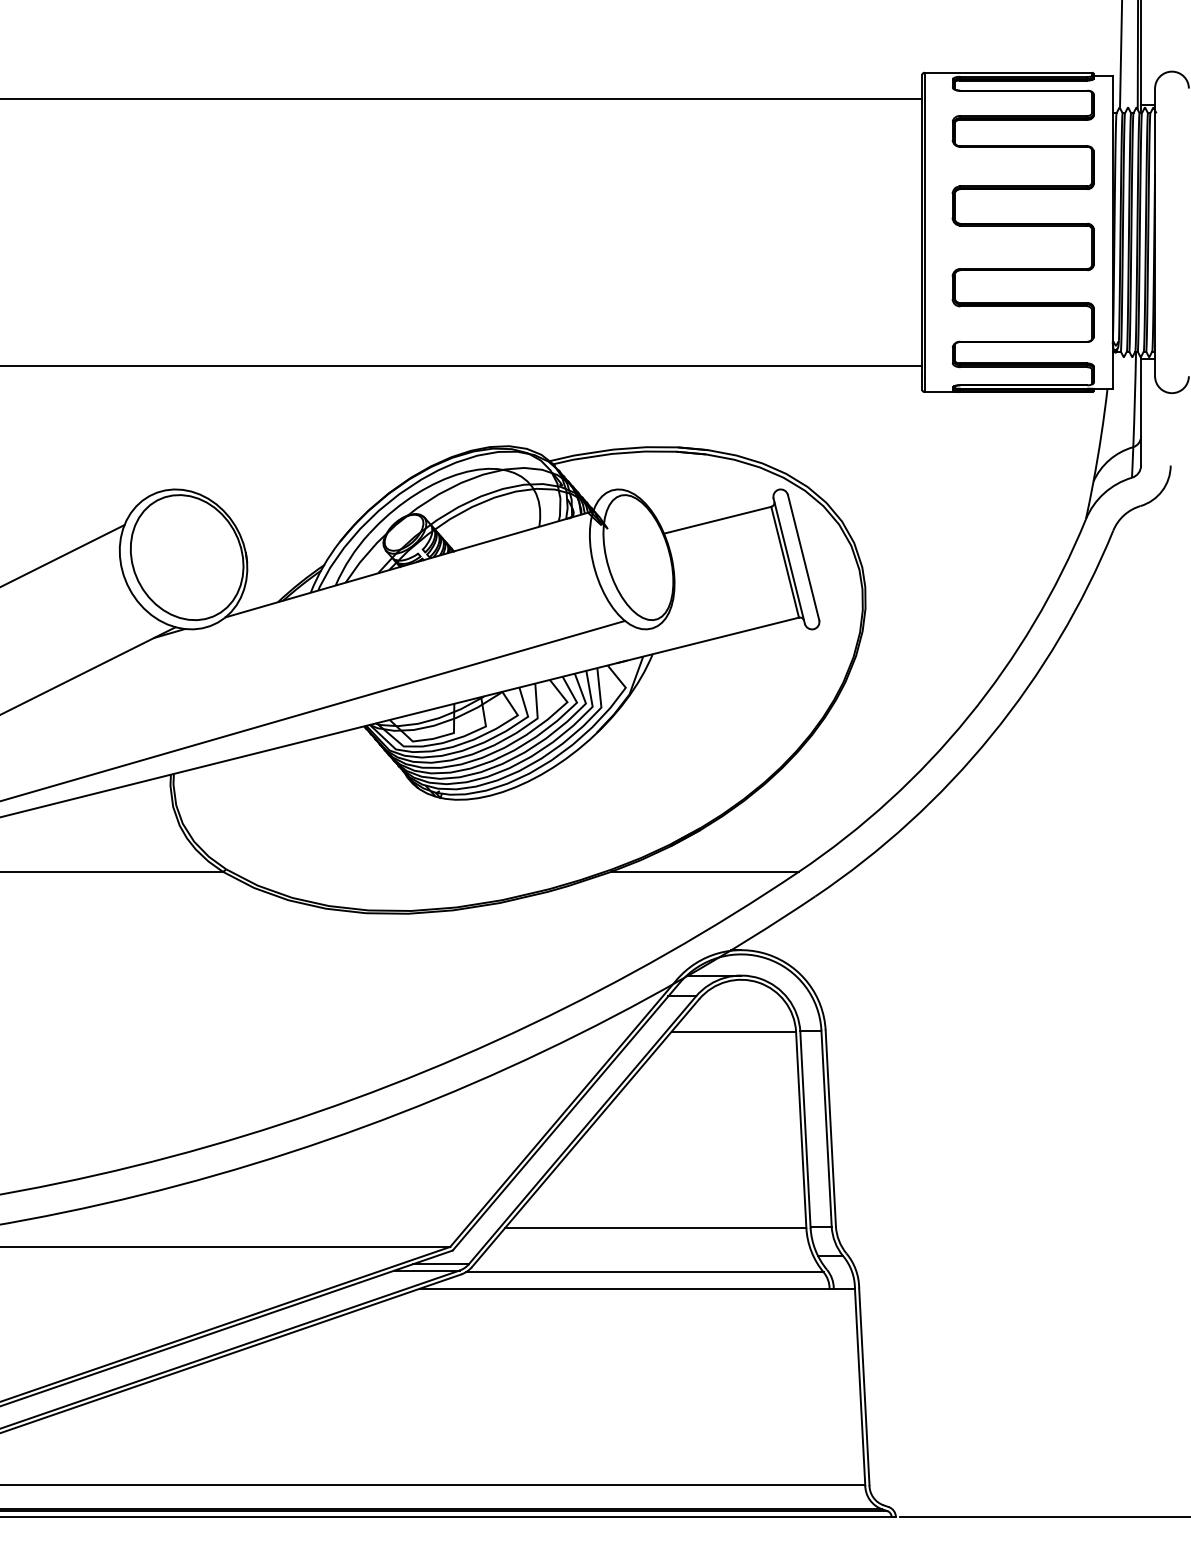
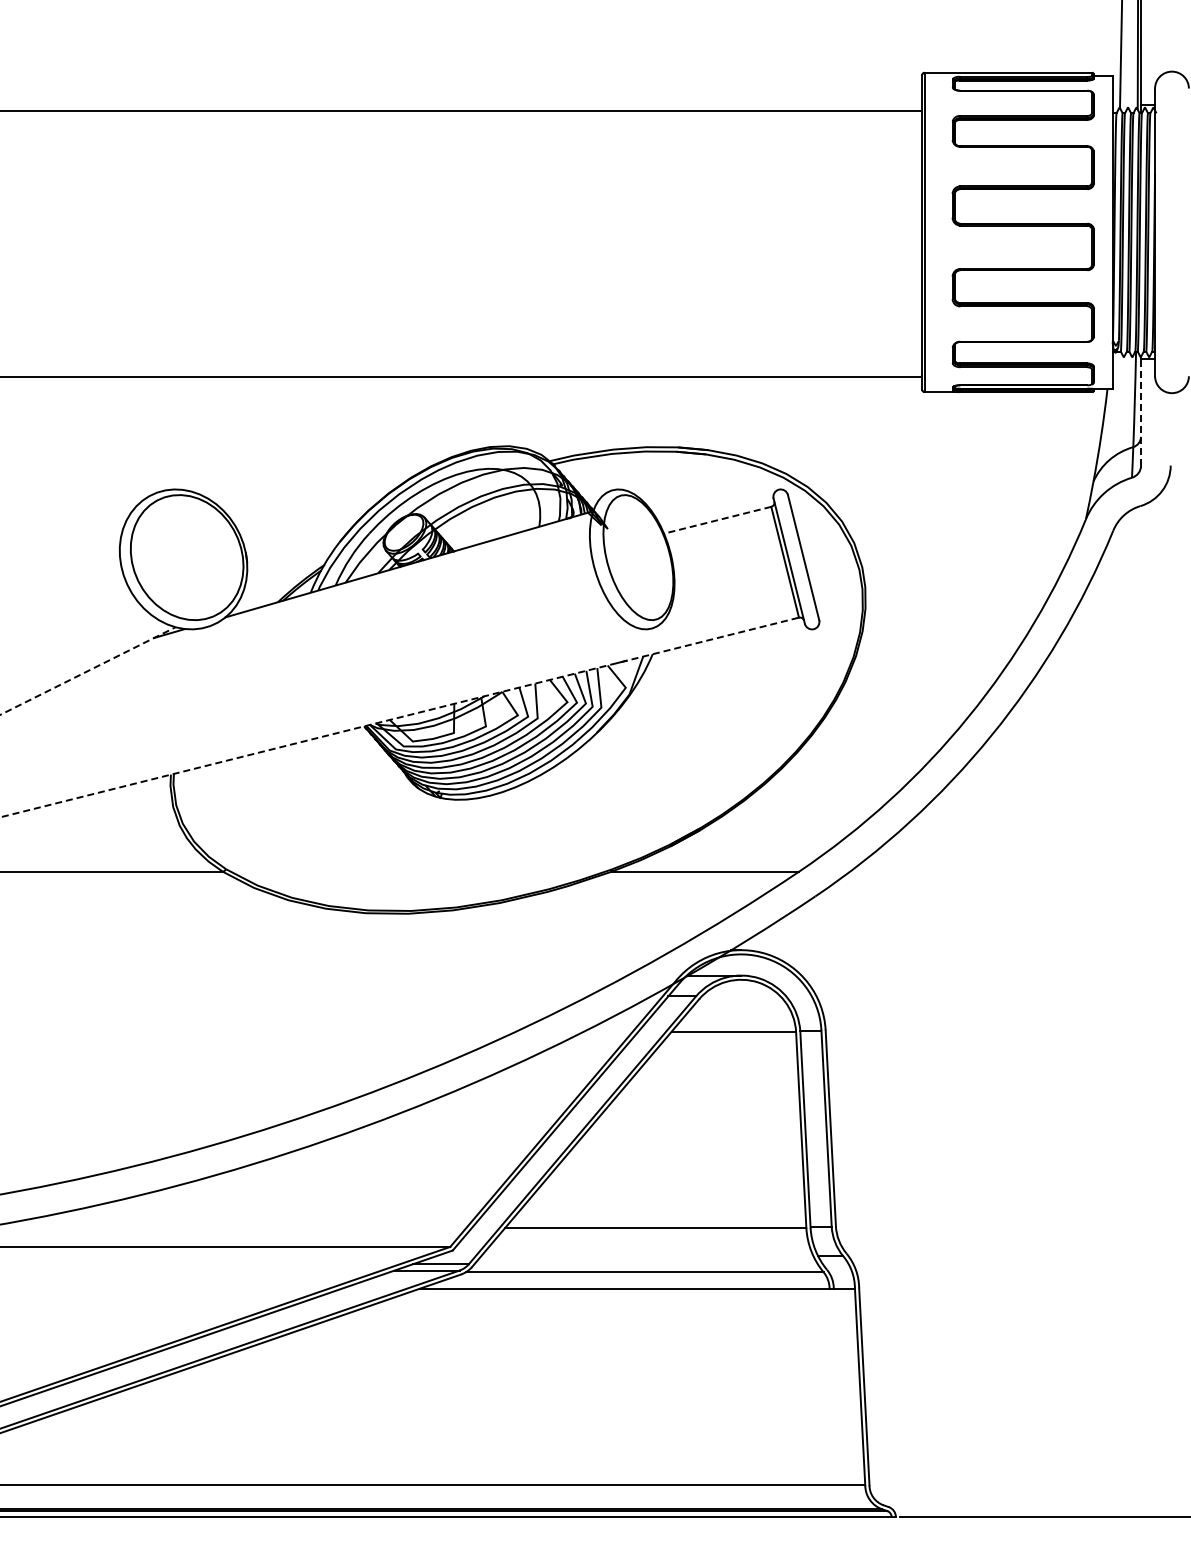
line at (462, 99) position: (462, 99) -> (462, 111)
line at (462, 365) position: (462, 365) -> (462, 376)
line at (1141, 411): solid -> dashed
line at (717, 520): solid -> dashed
line at (63, 555): present -> none
line at (88, 671): solid -> dashed
line at (313, 710): present -> none
line at (400, 717): solid -> dashed
